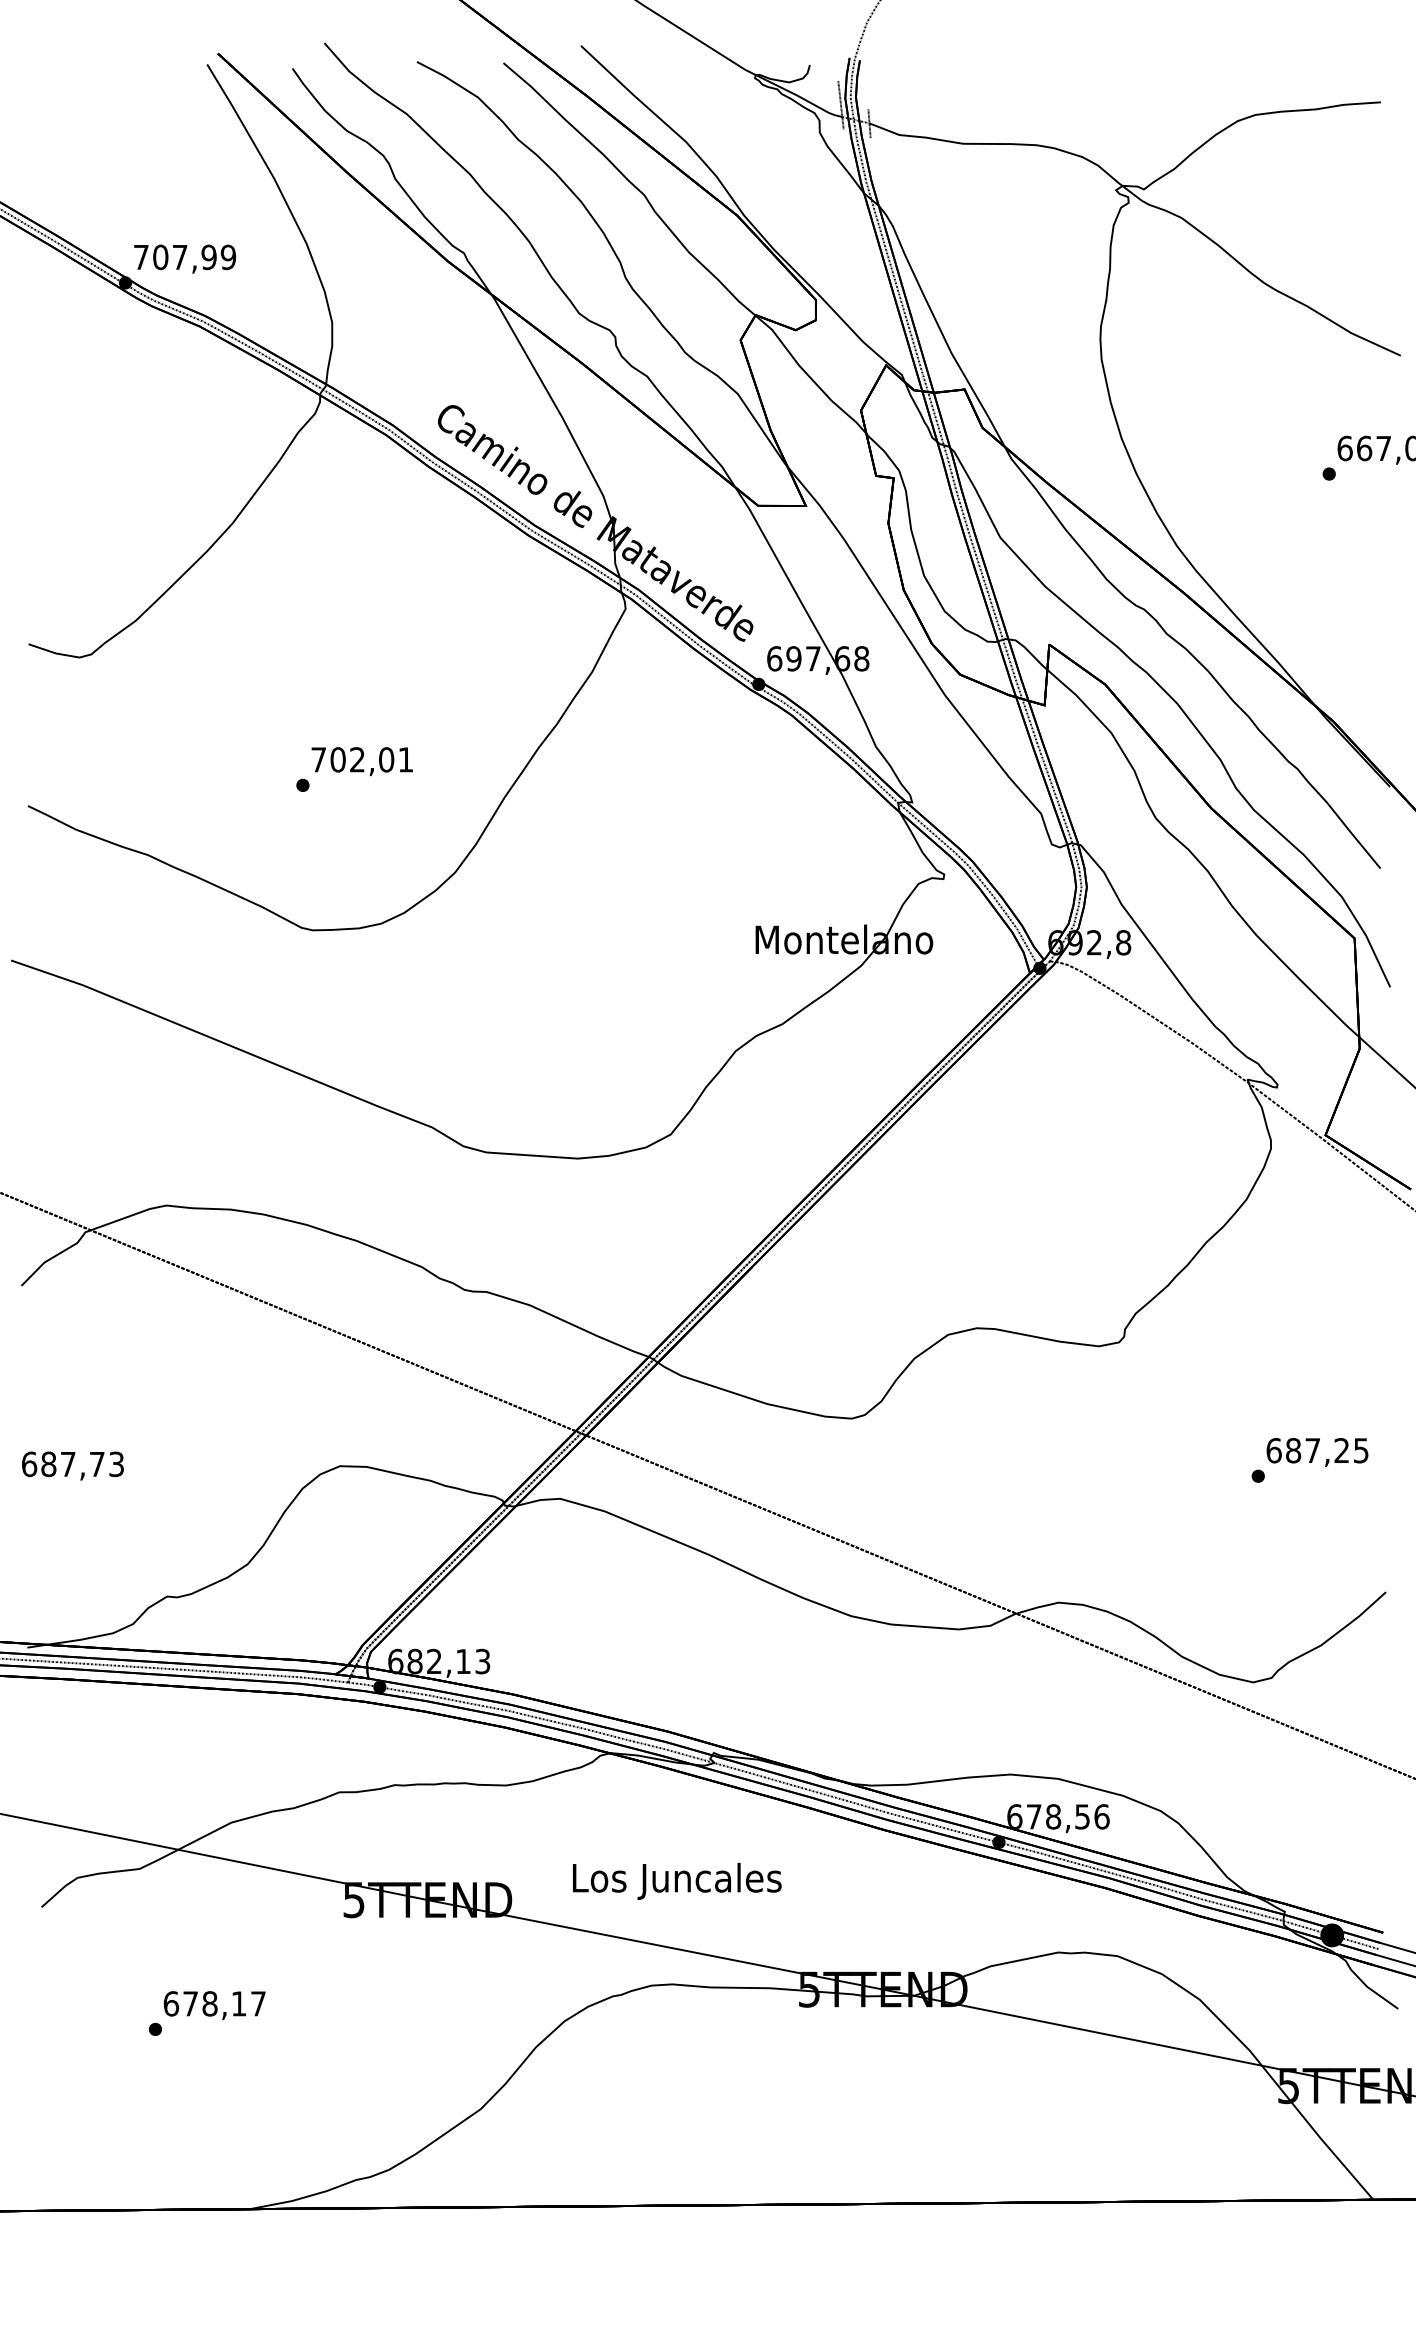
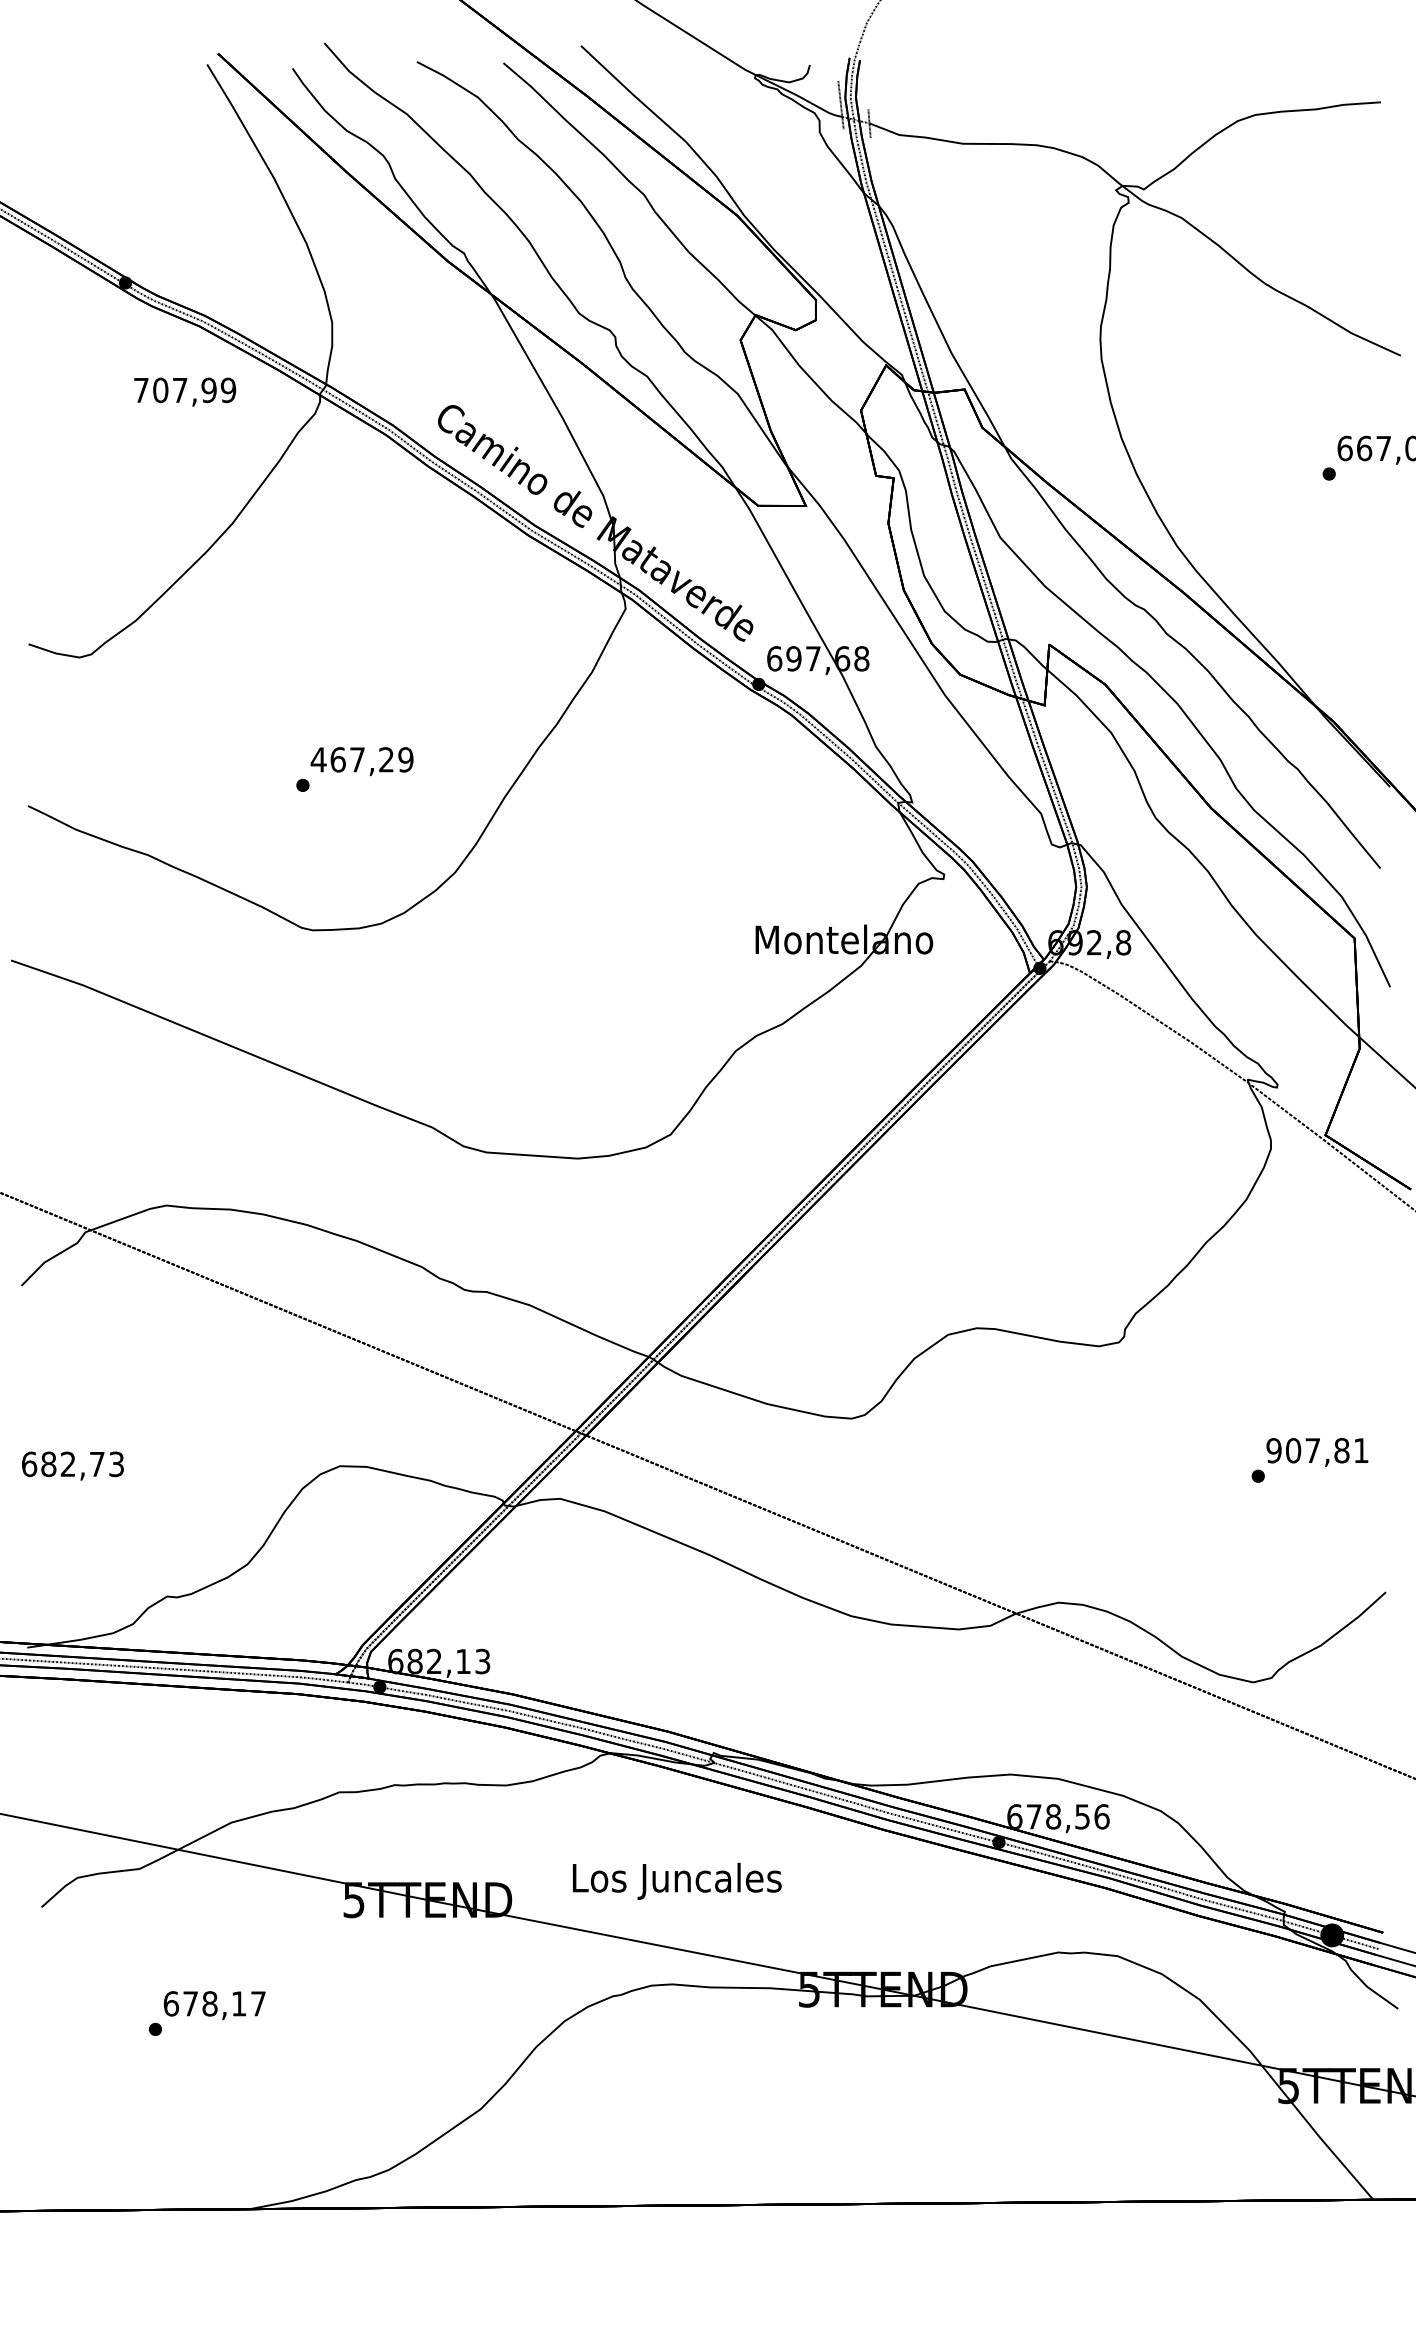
text at (185, 258) position: (185, 258) -> (185, 391)
text at (361, 759): 702,01 -> 467,29
text at (1317, 1450): 687,25 -> 907,81
text at (67, 1463): 687,73 -> 682,73
